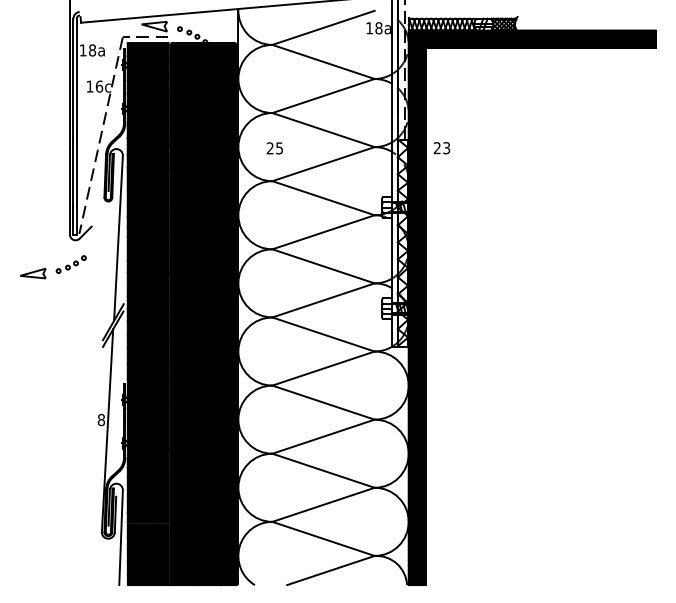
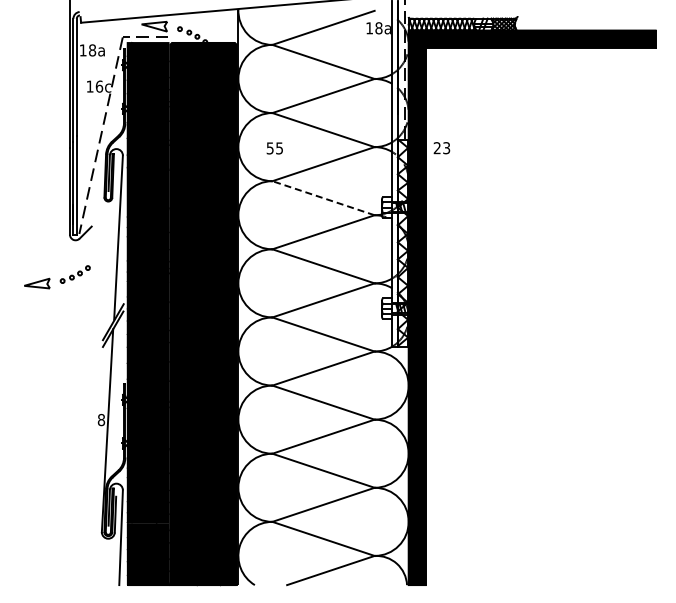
text at (269, 148): 25 -> 55
line at (323, 198): solid -> dashed
part at (53, 267) position: (53, 267) -> (57, 277)
